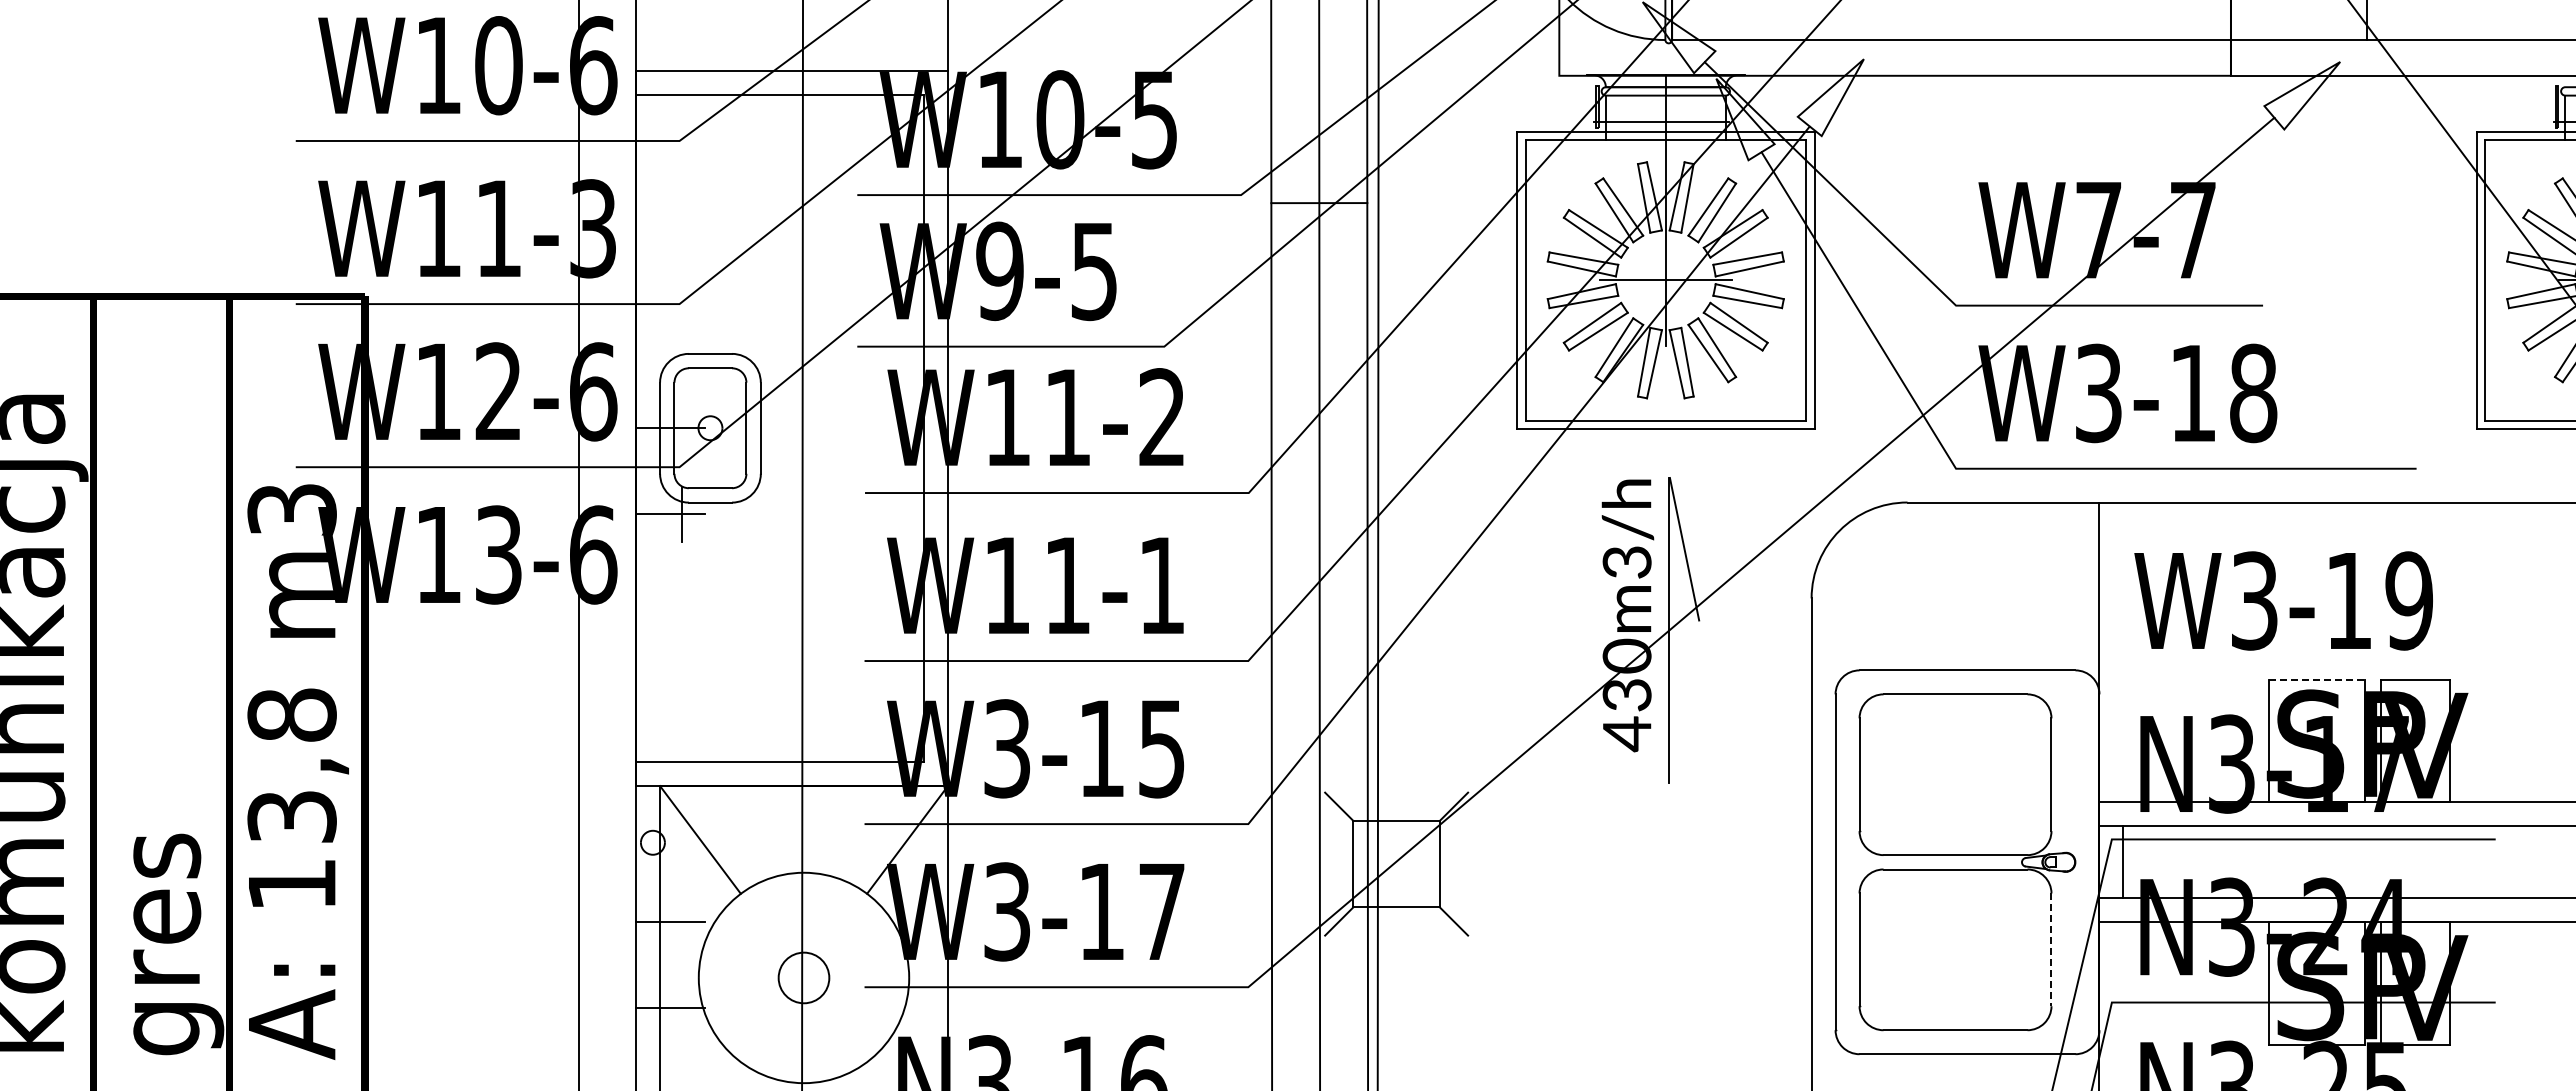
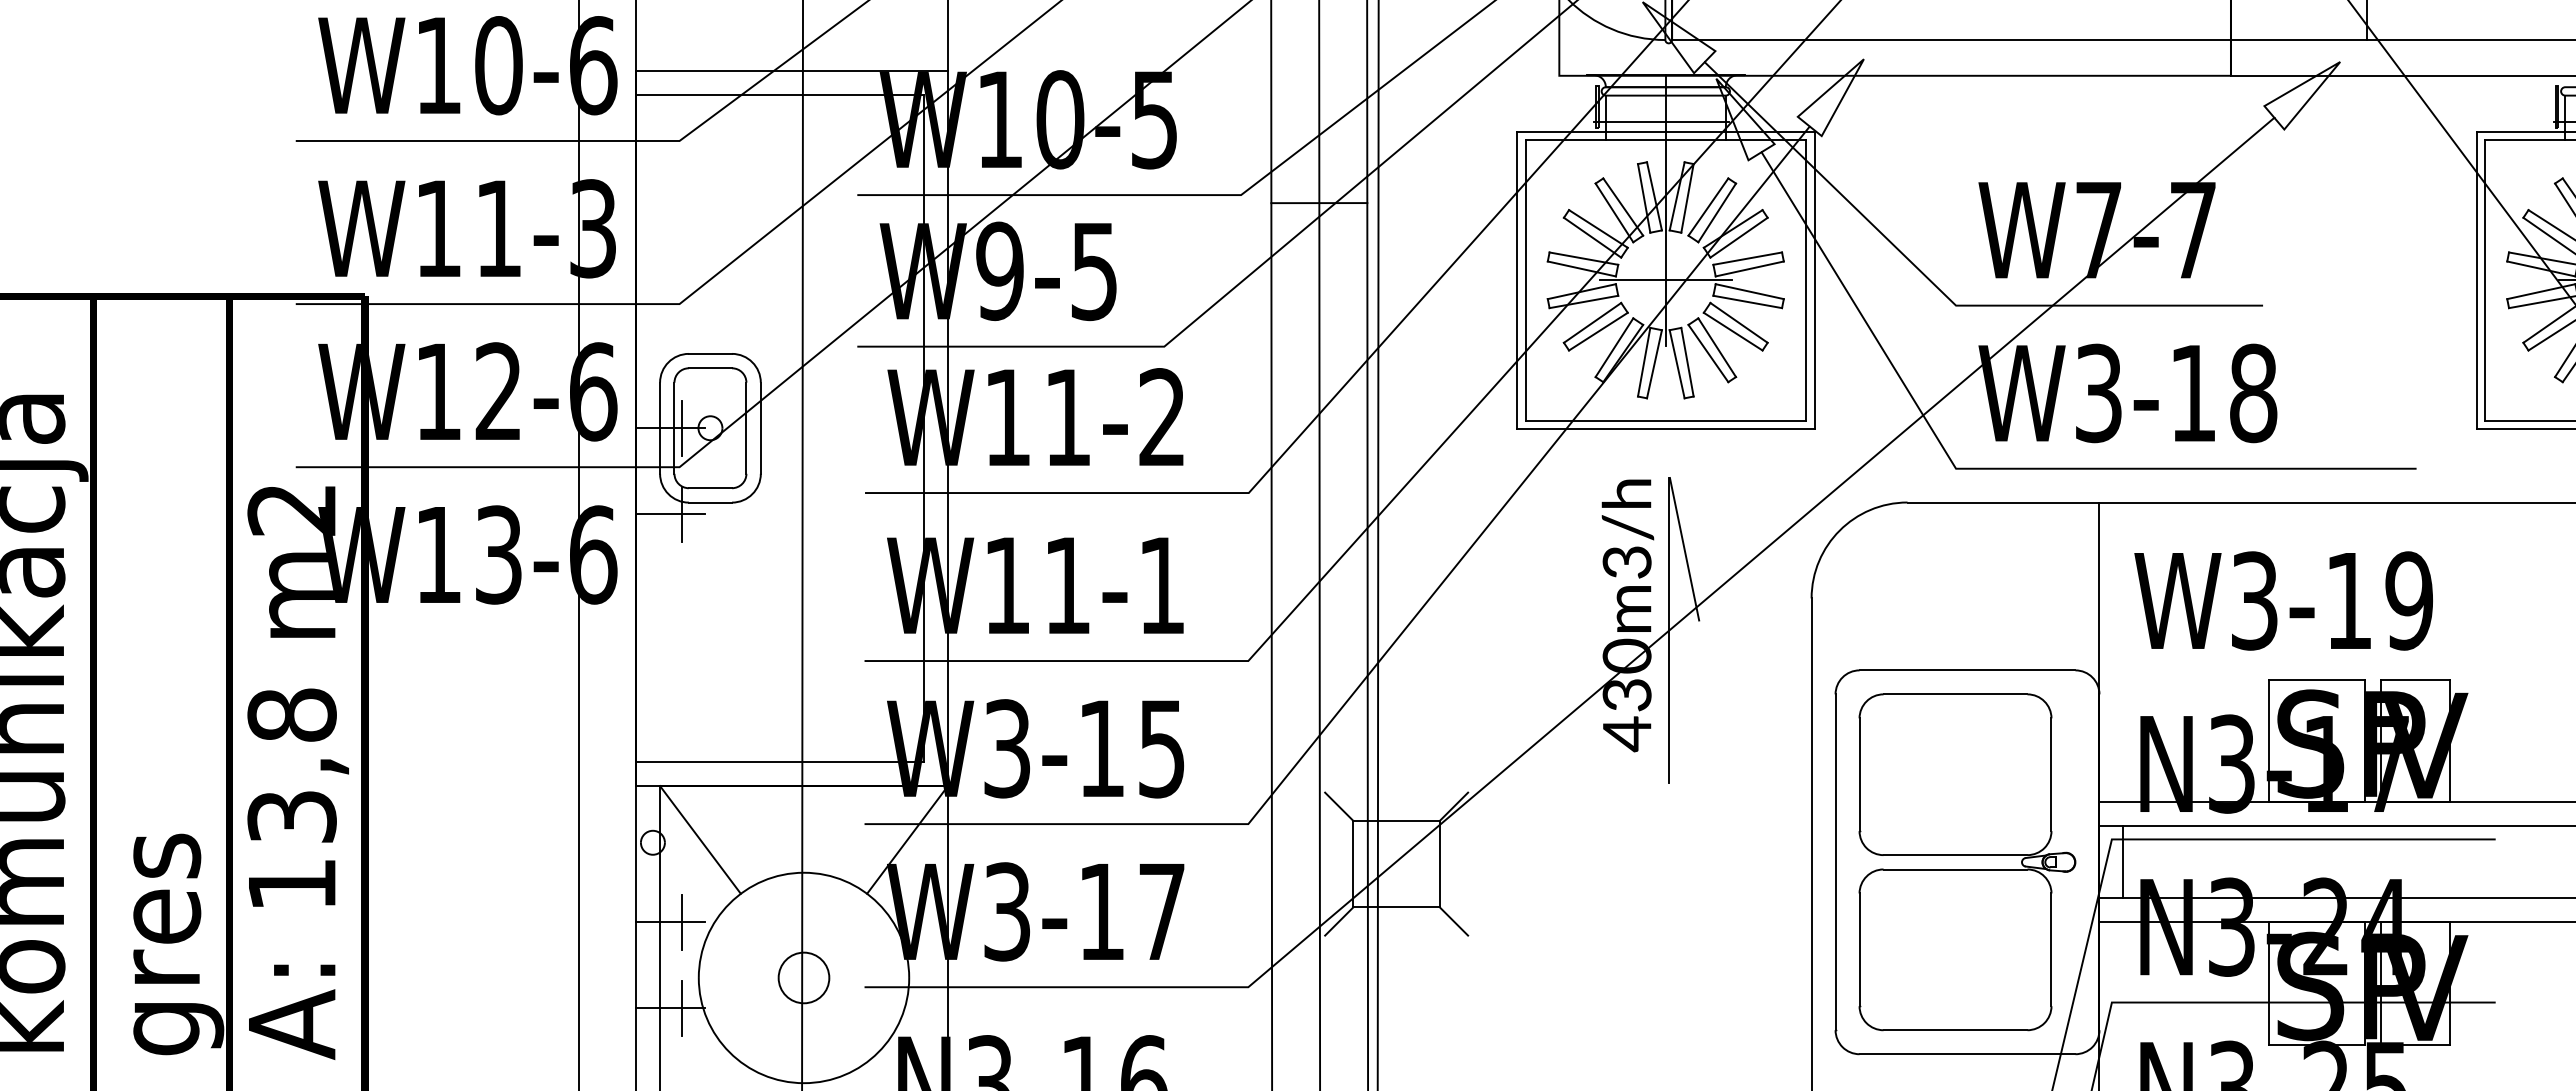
line at (681, 427): none -> present
text at (291, 509): m3 -> m2
line at (2317, 679): dashed -> solid
line at (681, 921): none -> present
line at (2051, 950): dashed -> solid
line at (681, 1008): none -> present
